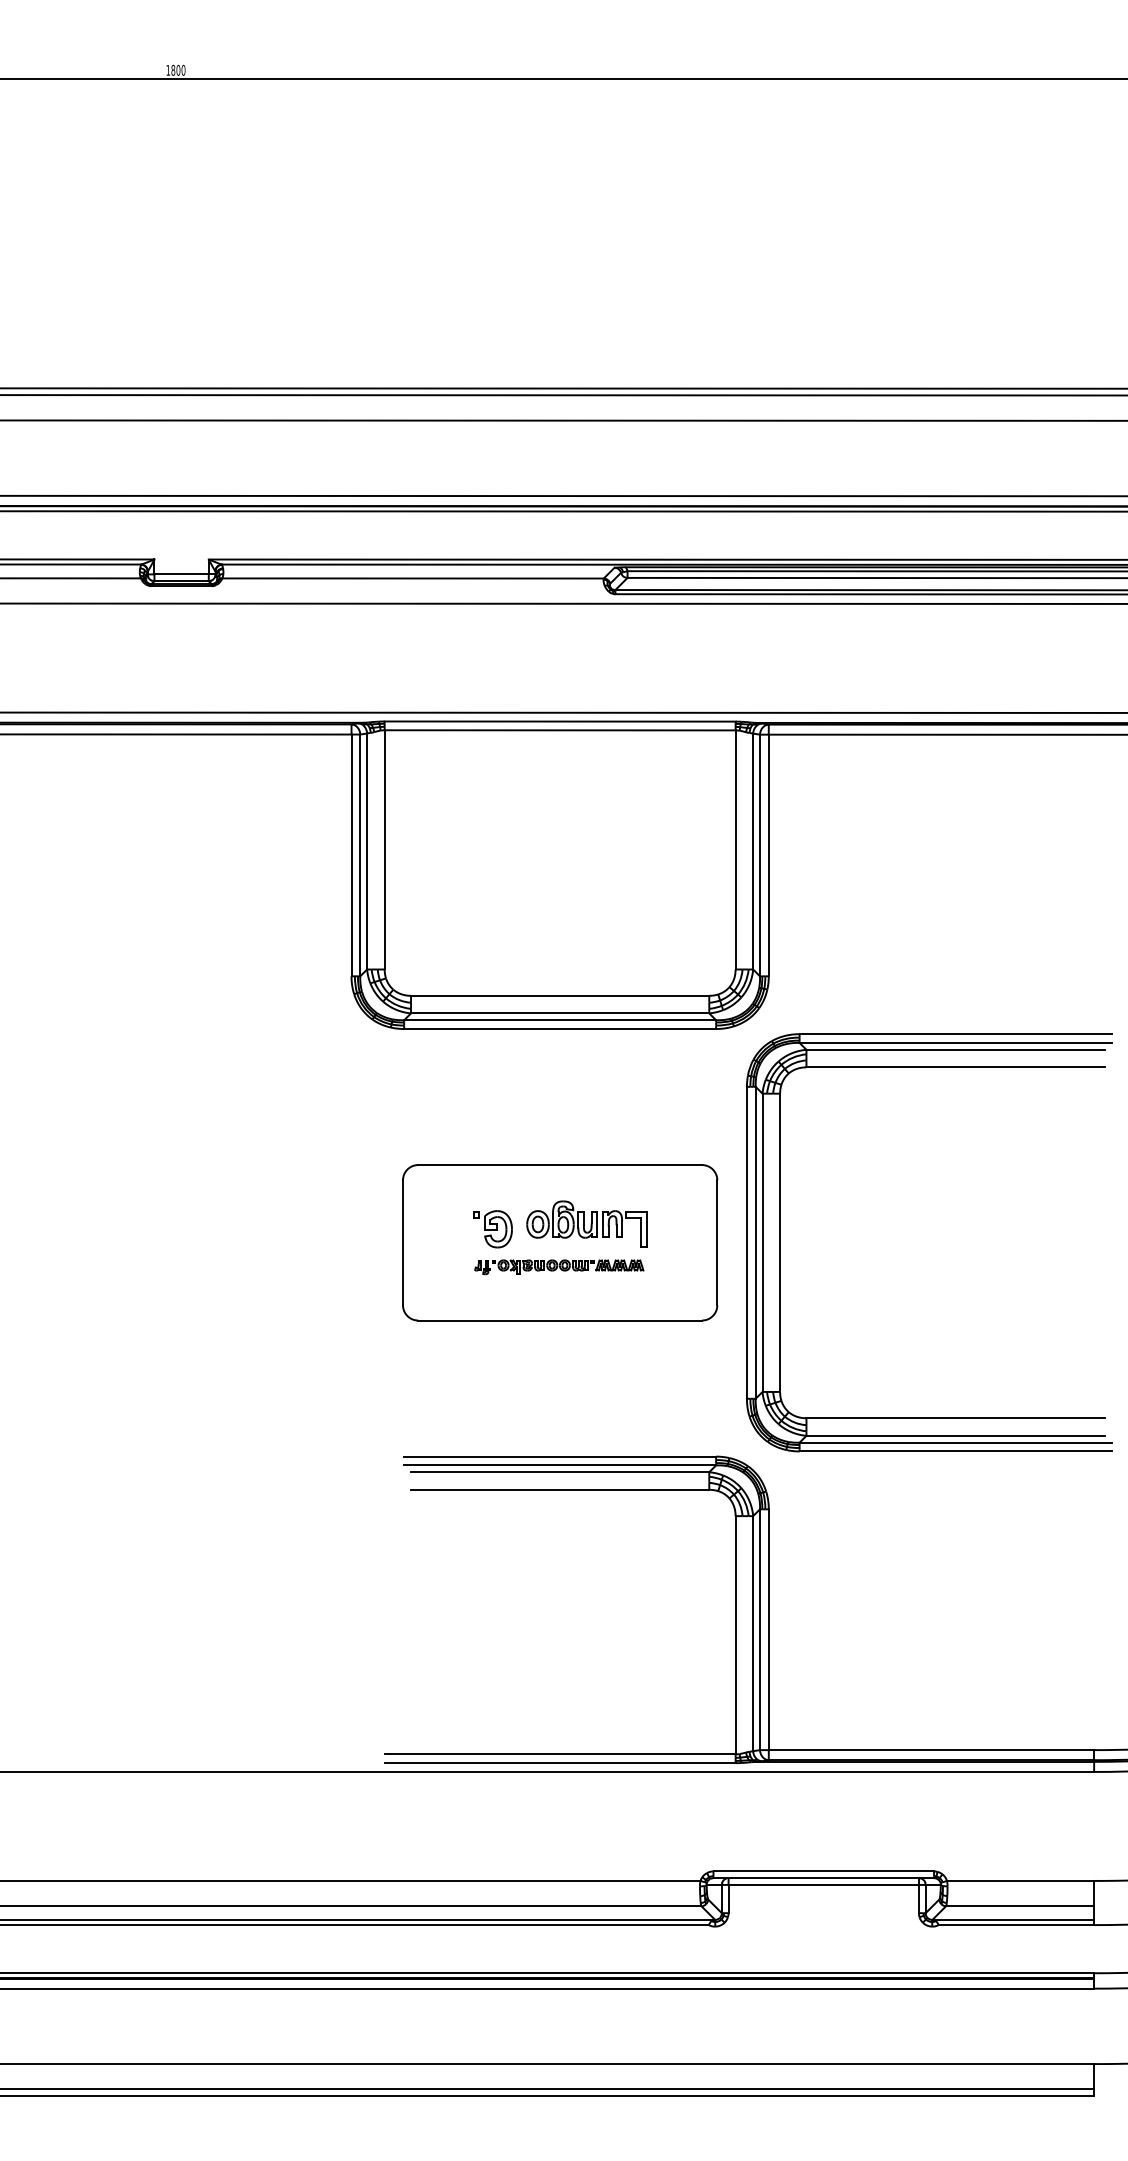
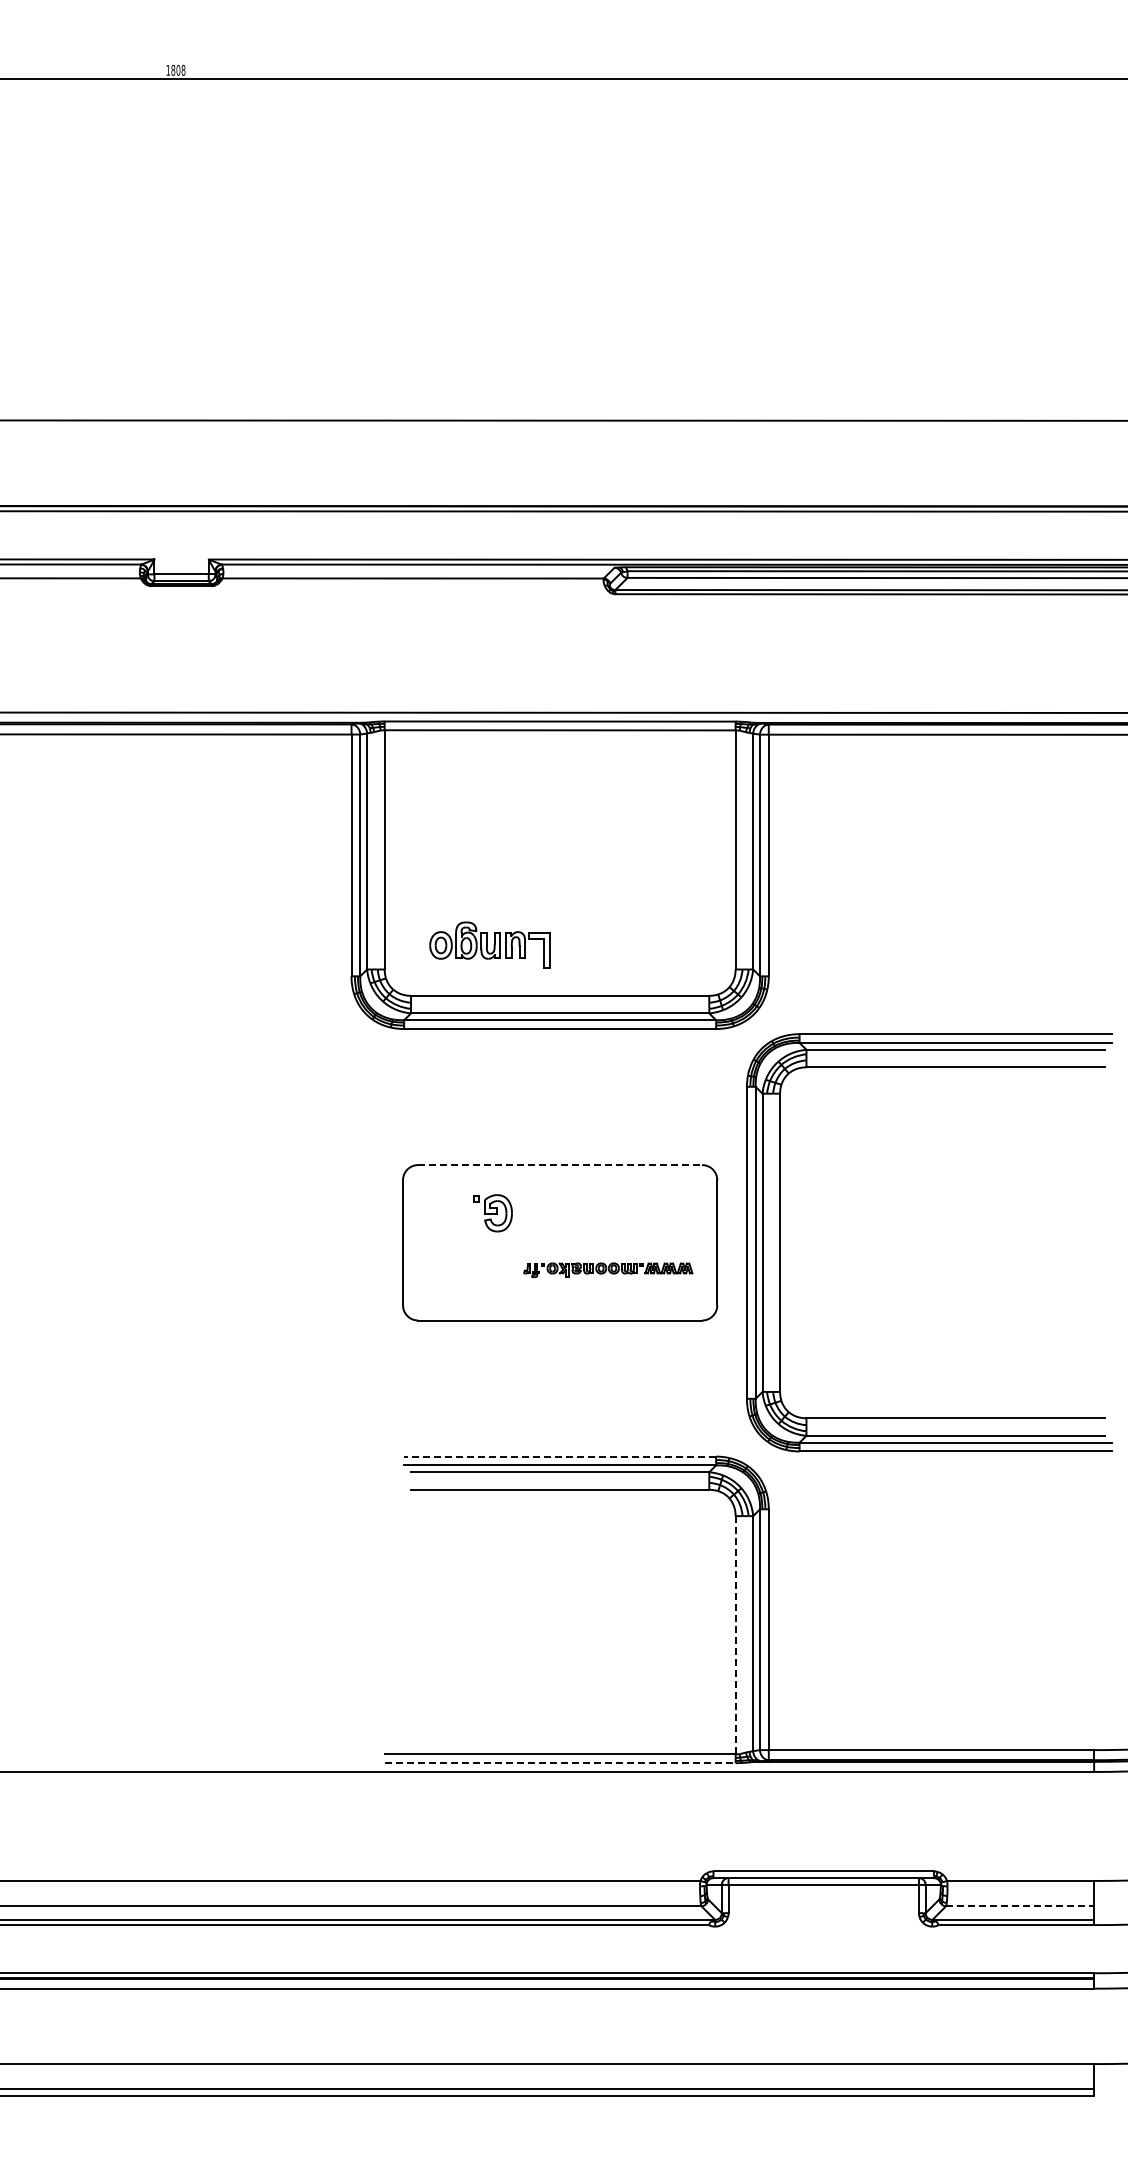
text at (183, 70): 1800 -> 1808
line at (563, 388): present -> none
line at (563, 395): present -> none
line at (563, 495): present -> none
line at (563, 603): present -> none
line at (560, 1165): solid -> dashed
part at (586, 1223) position: (586, 1223) -> (489, 944)
part at (492, 1229) position: (492, 1229) -> (492, 1213)
part at (559, 1267) position: (559, 1267) -> (608, 1270)
line at (560, 1456): solid -> dashed
line at (735, 1635): solid -> dashed
line at (560, 1763): solid -> dashed
line at (1020, 1906): solid -> dashed
